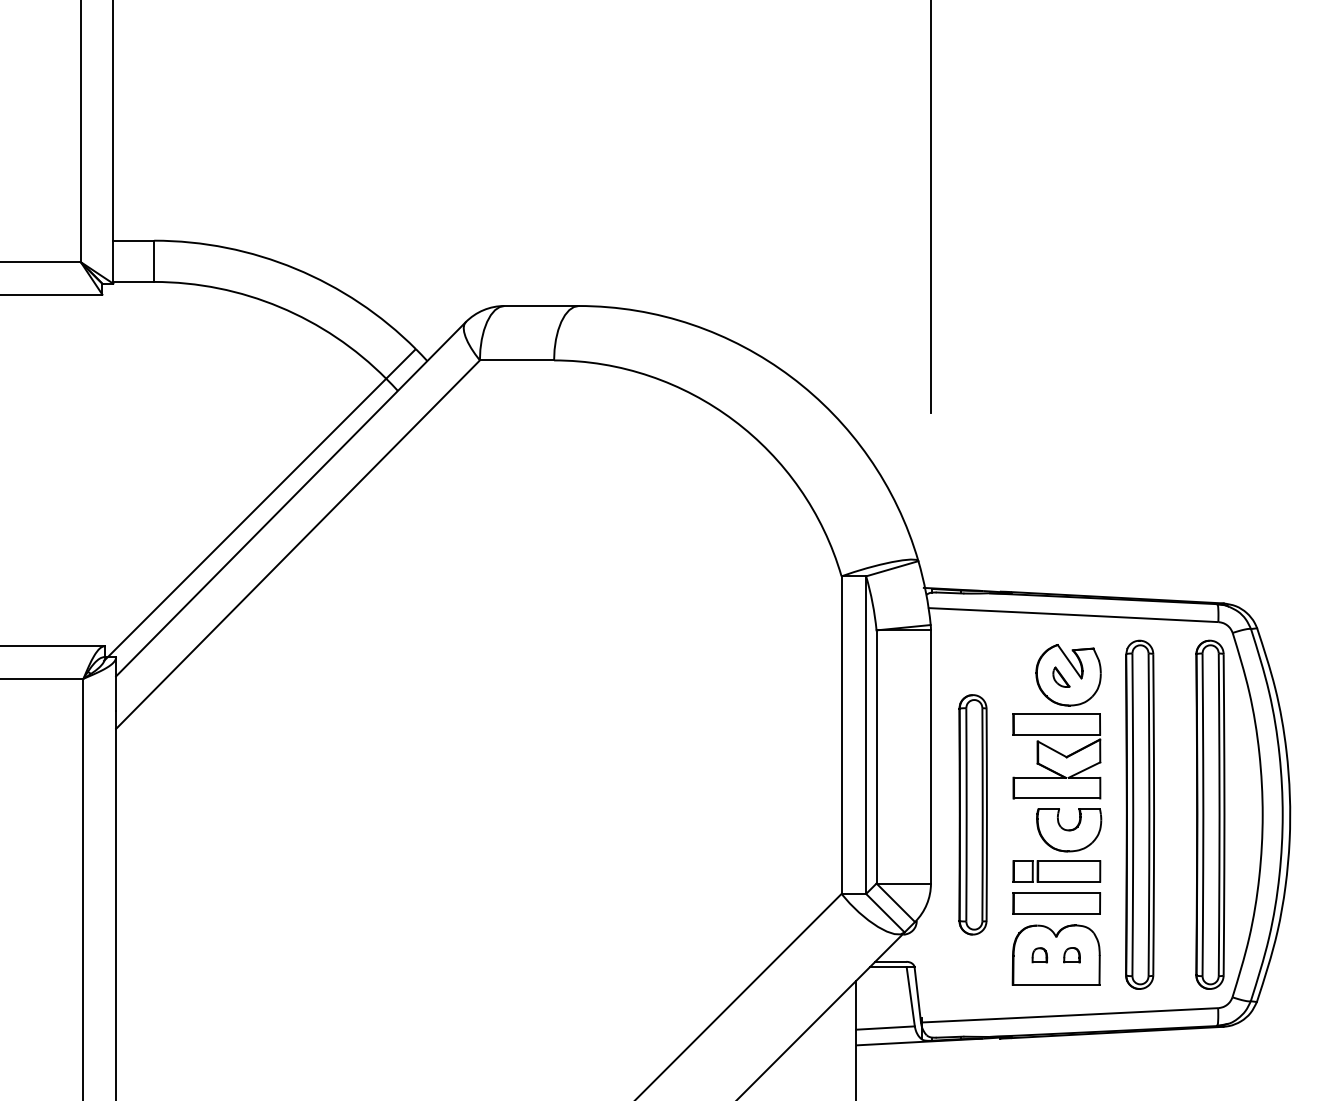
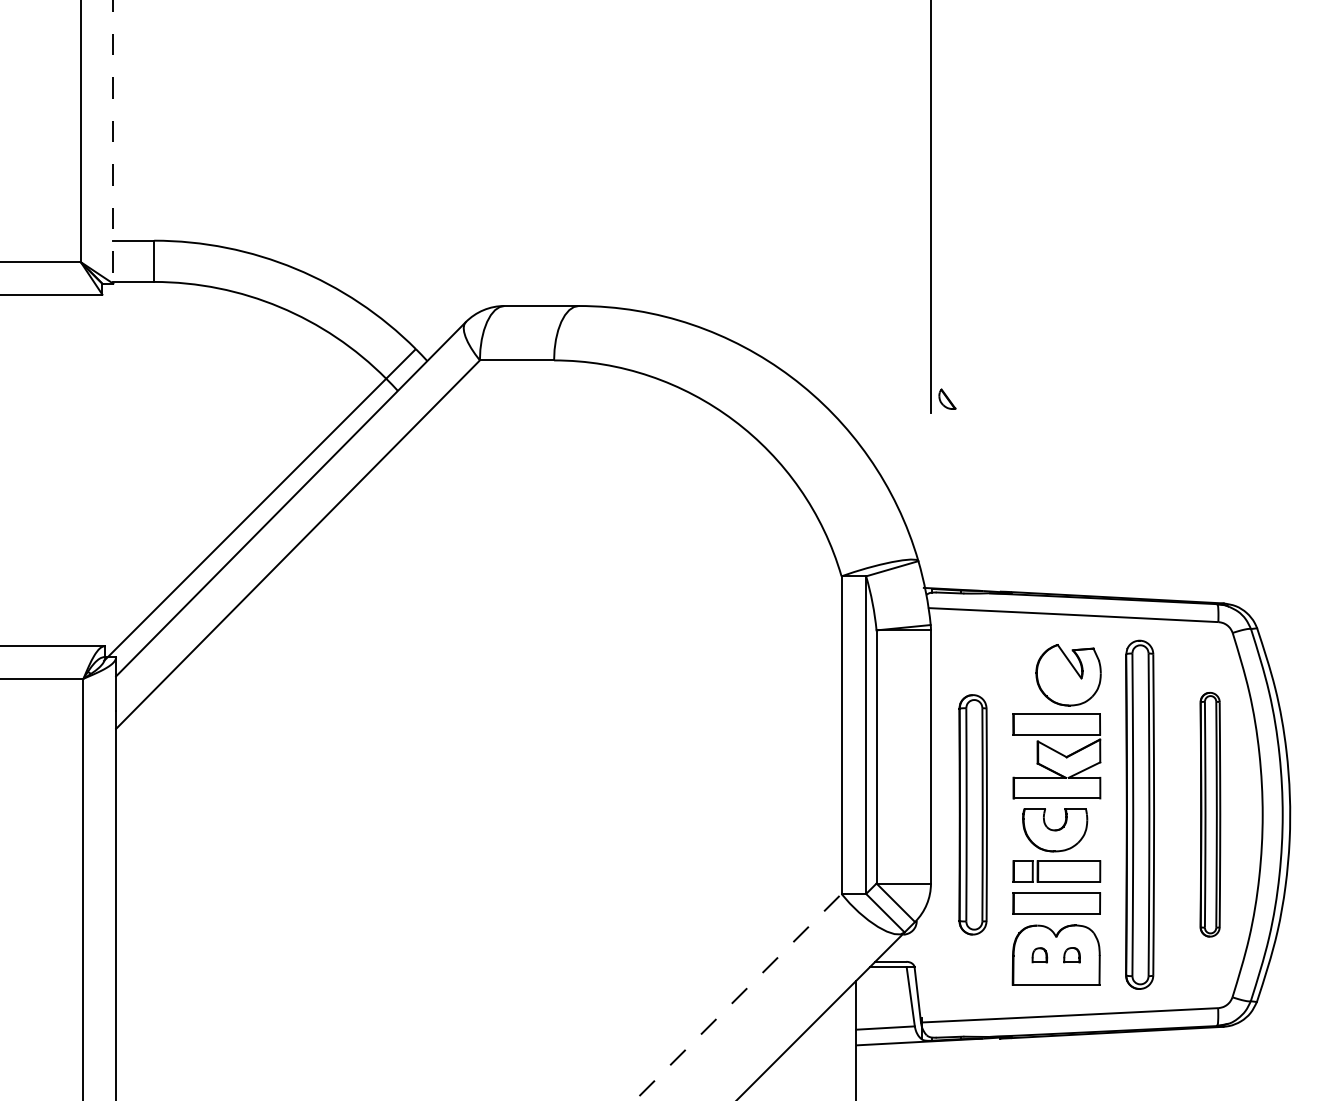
line at (113, 142): solid -> dashed
part at (1061, 676) position: (1061, 676) -> (947, 398)
part at (1210, 814) size: 31x351 px -> 23x246 px
part at (1069, 830) position: (1069, 830) -> (1055, 830)
line at (738, 997): solid -> dashed
